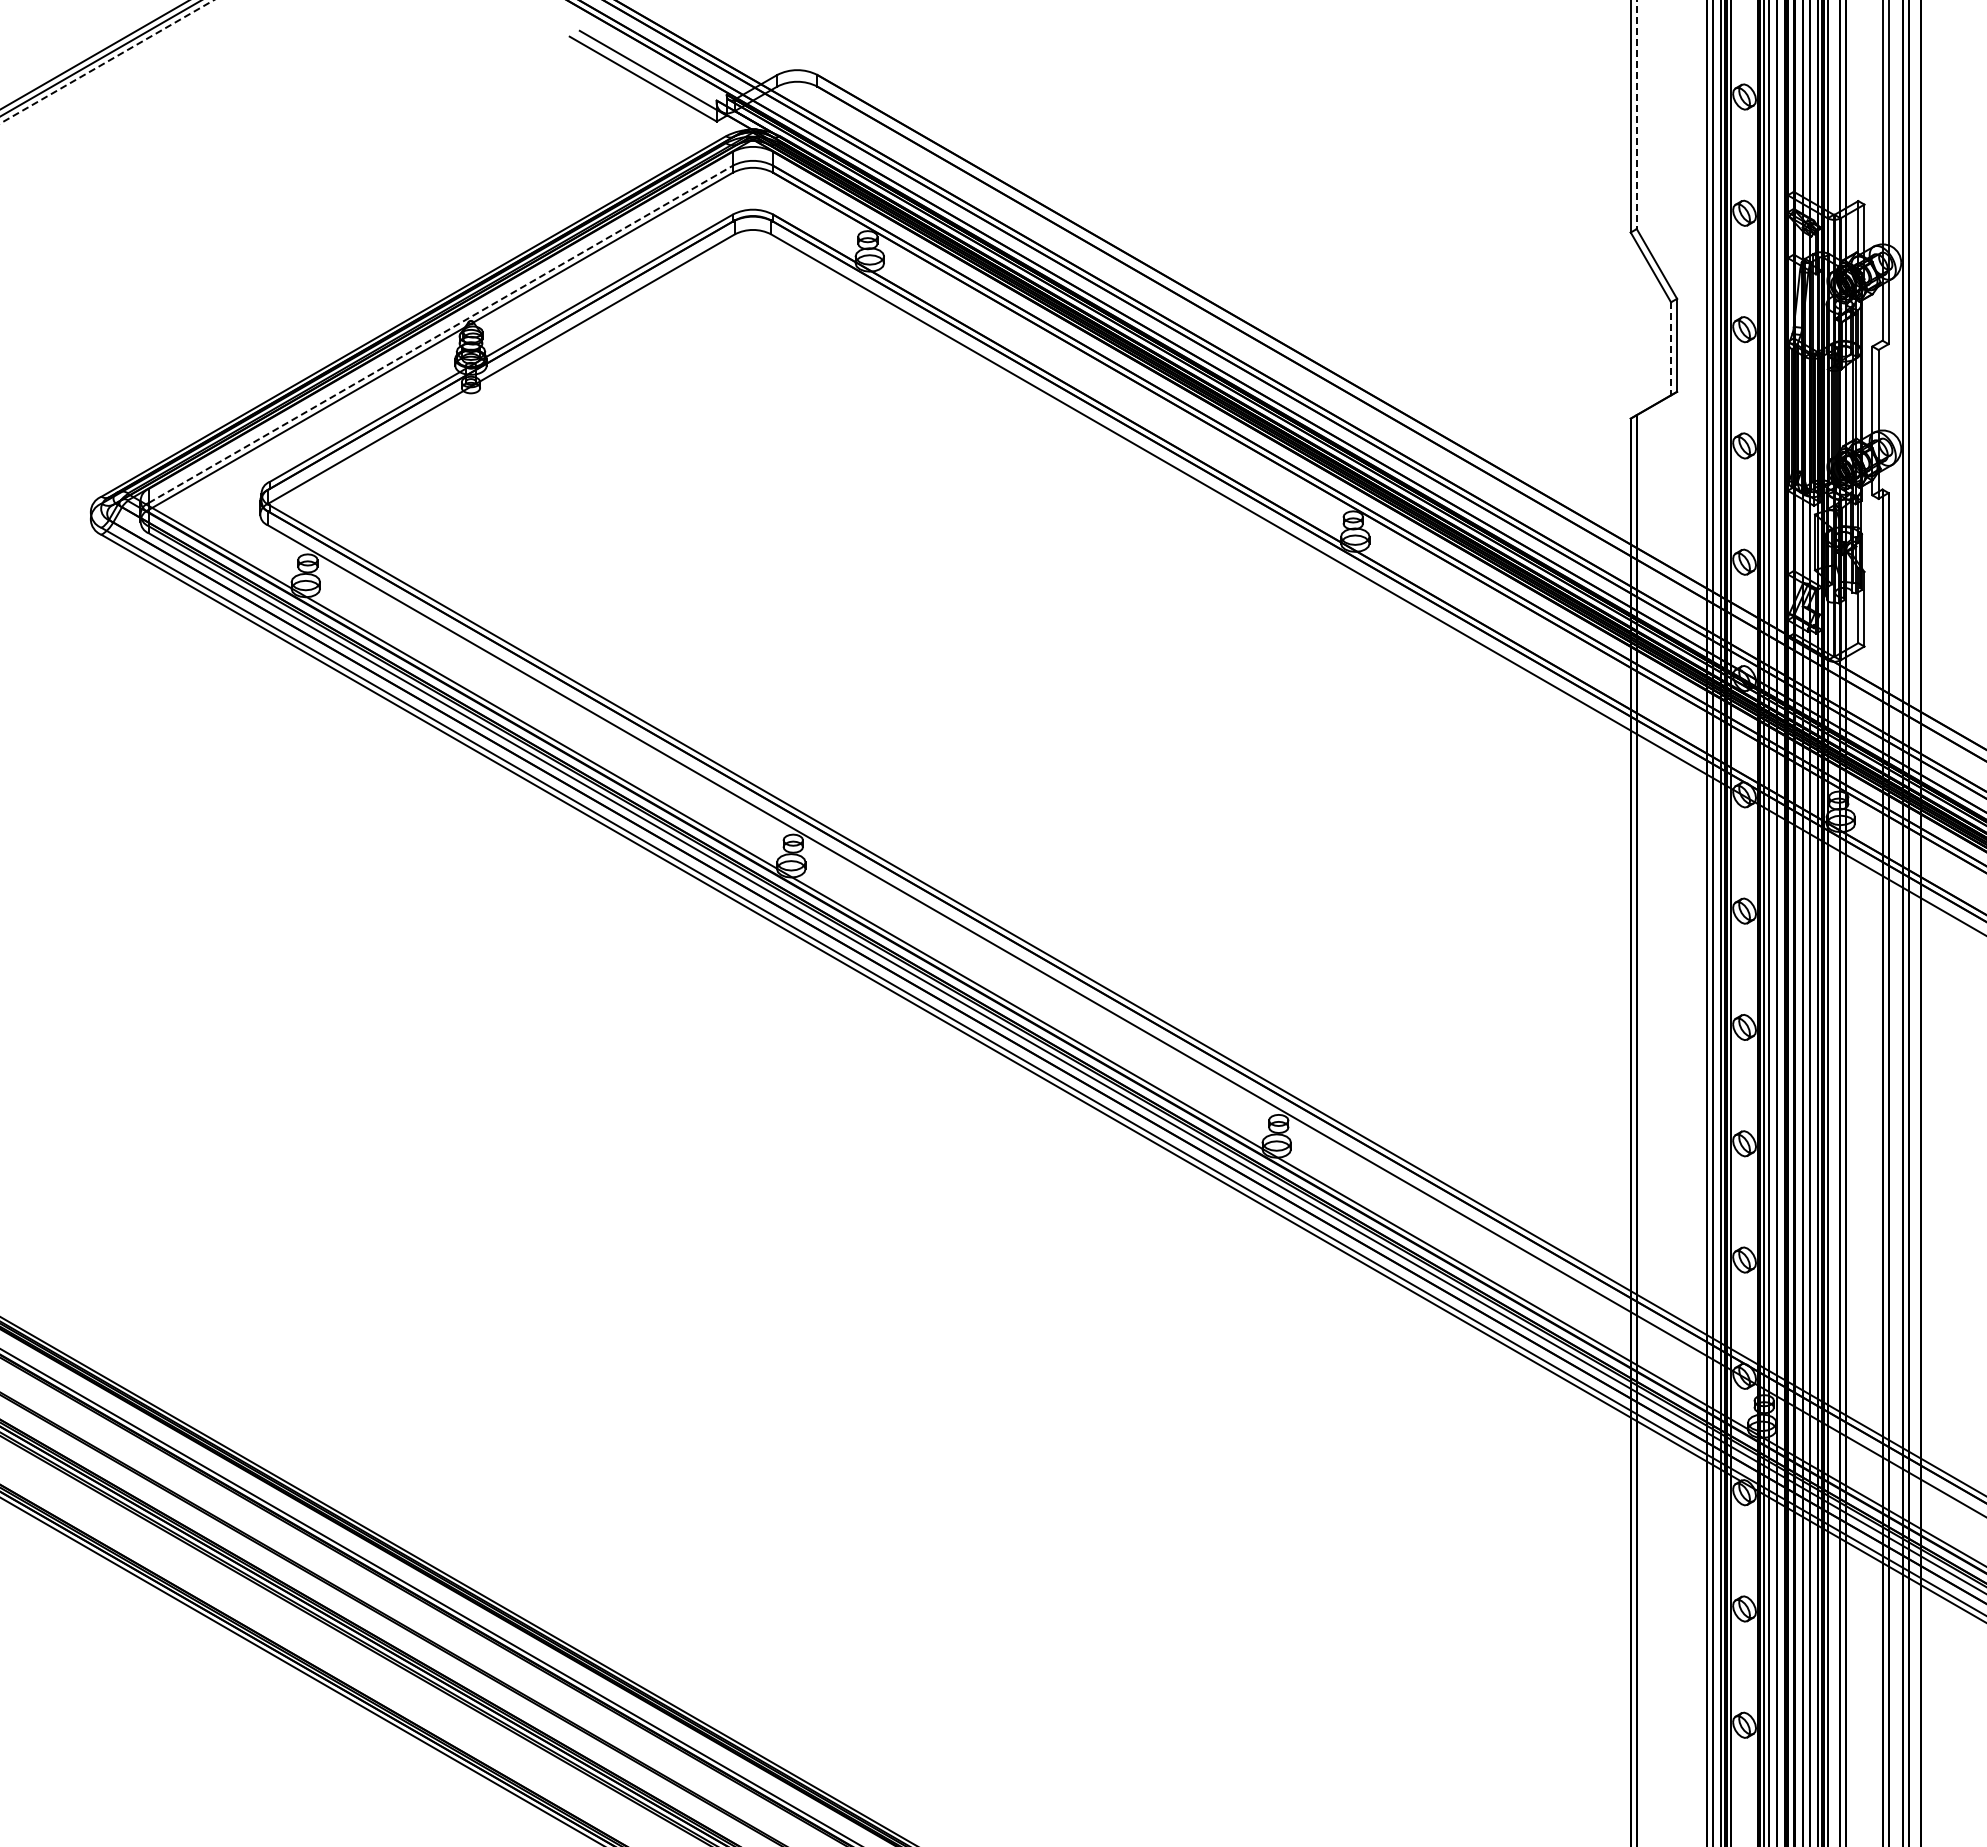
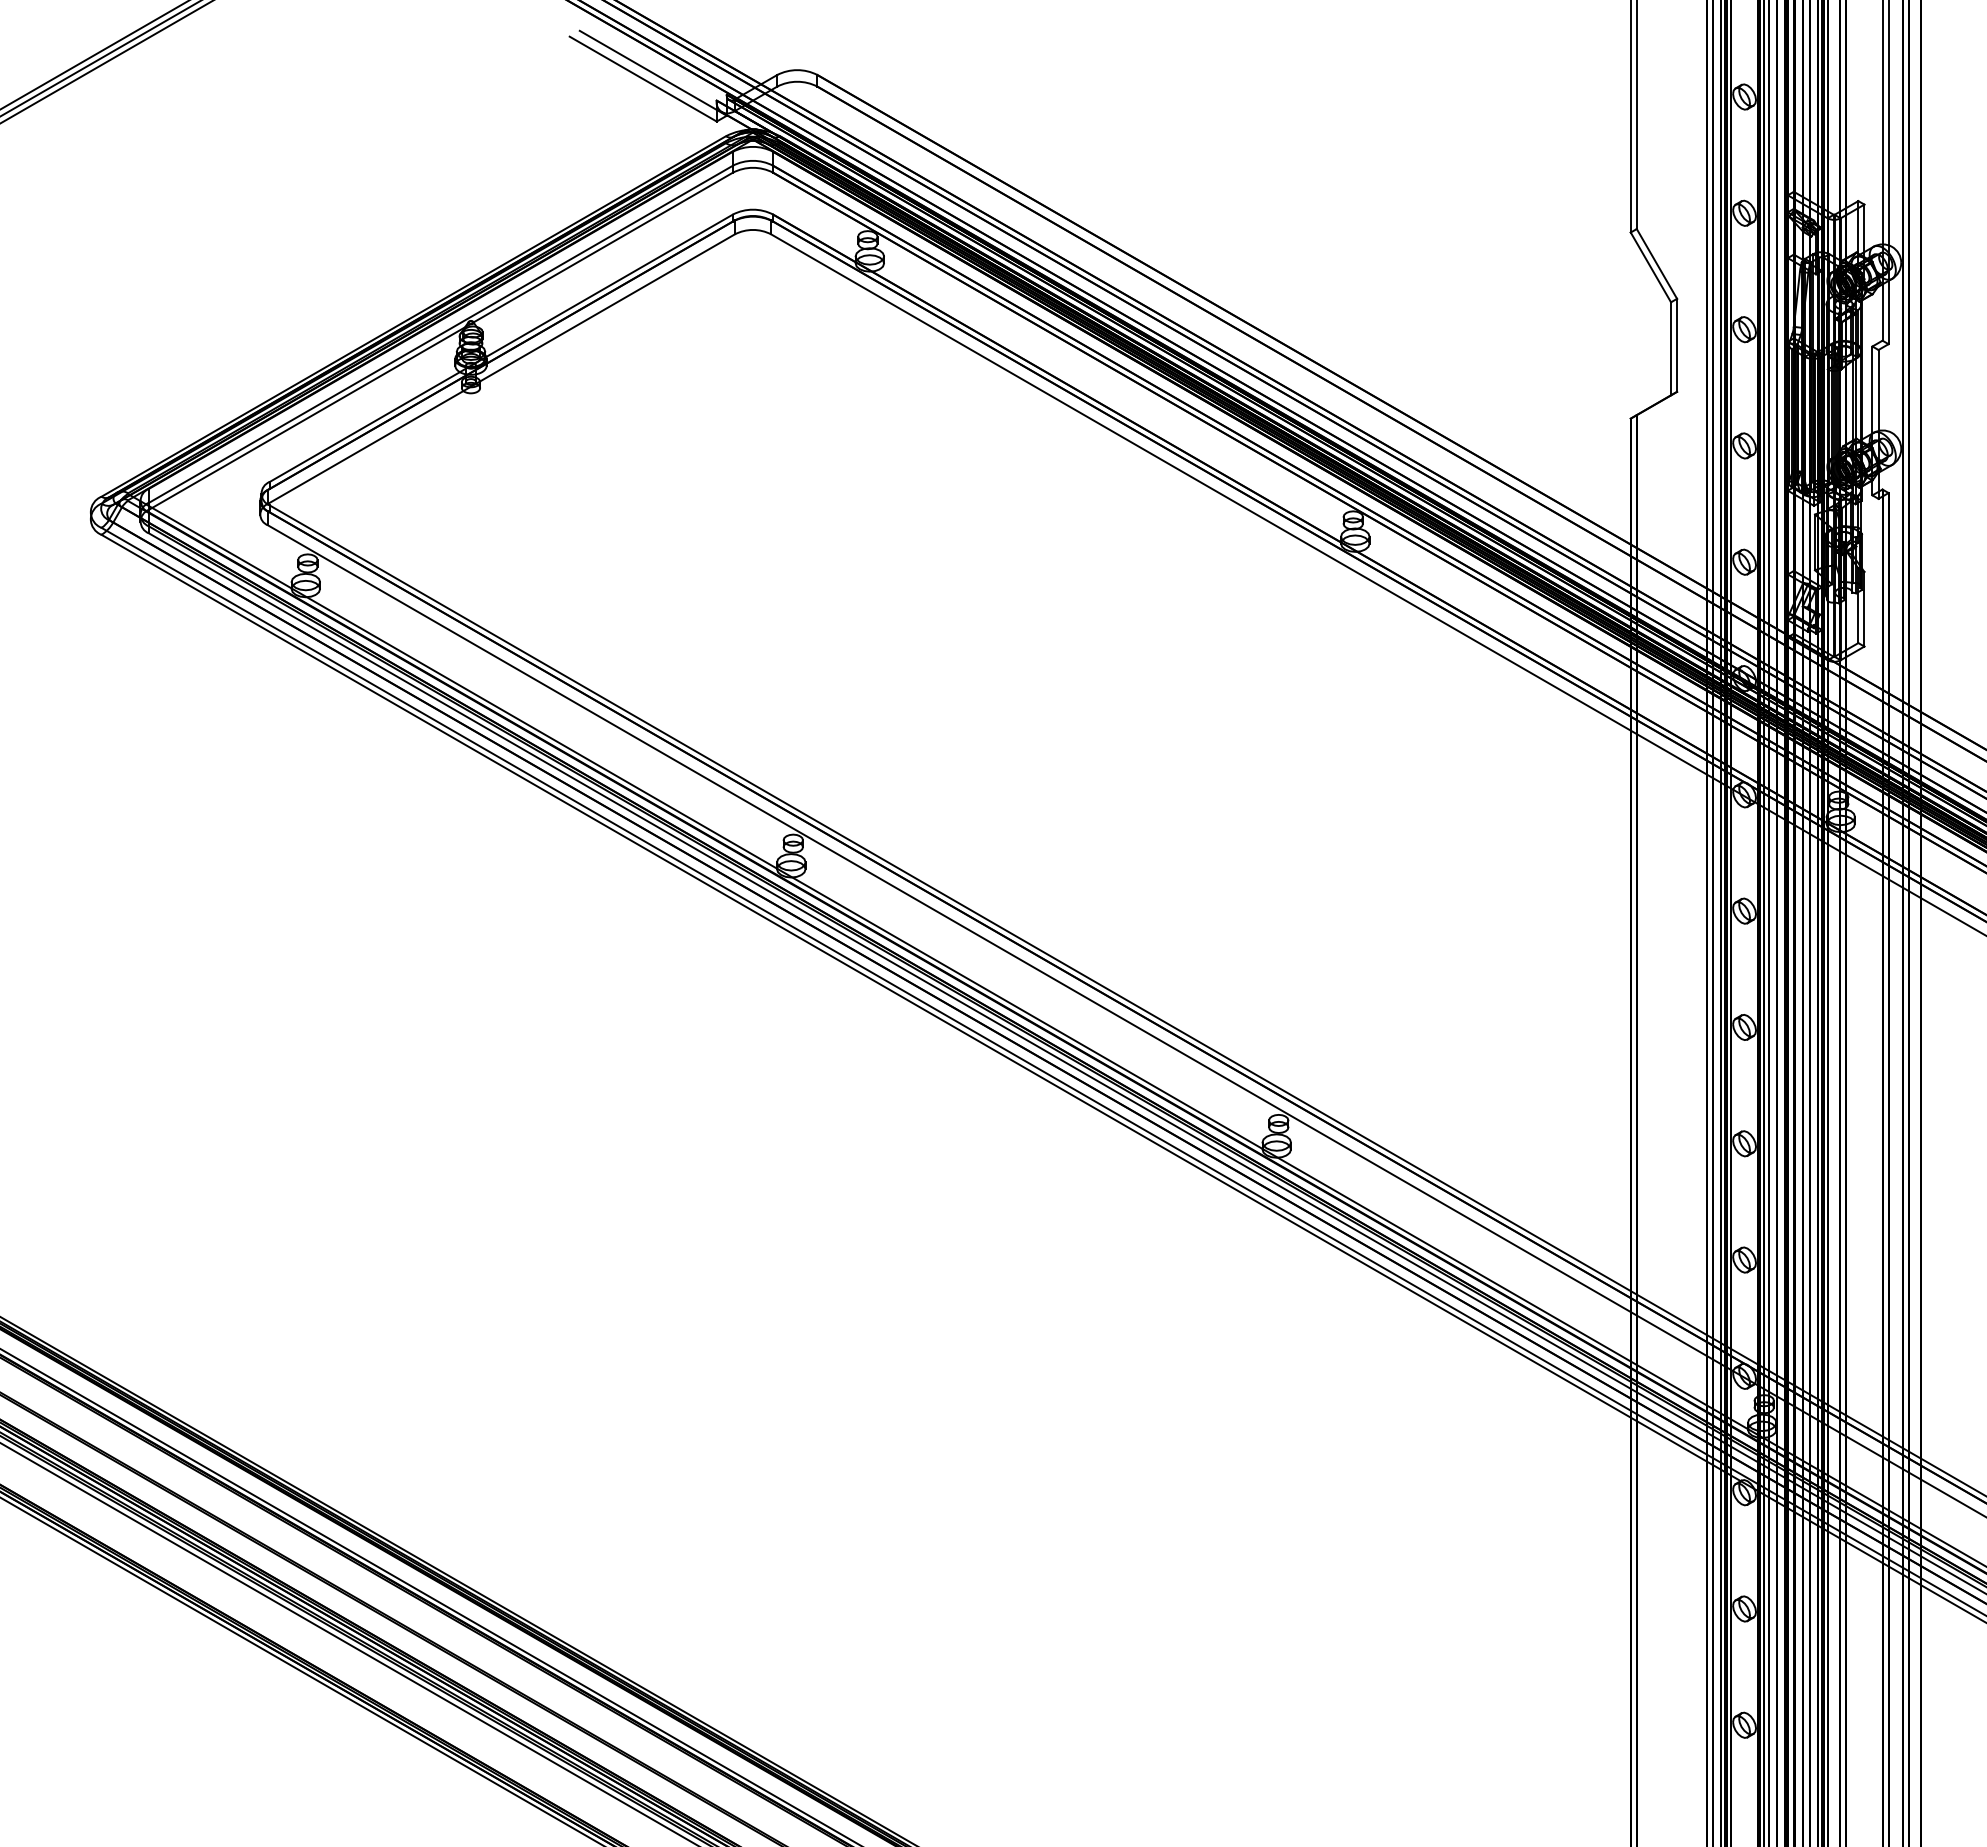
line at (107, 61): dashed -> solid
line at (1636, 115): dashed -> solid
line at (441, 334): dashed -> solid
line at (1671, 348): dashed -> solid
line at (348, 1643): none -> present
